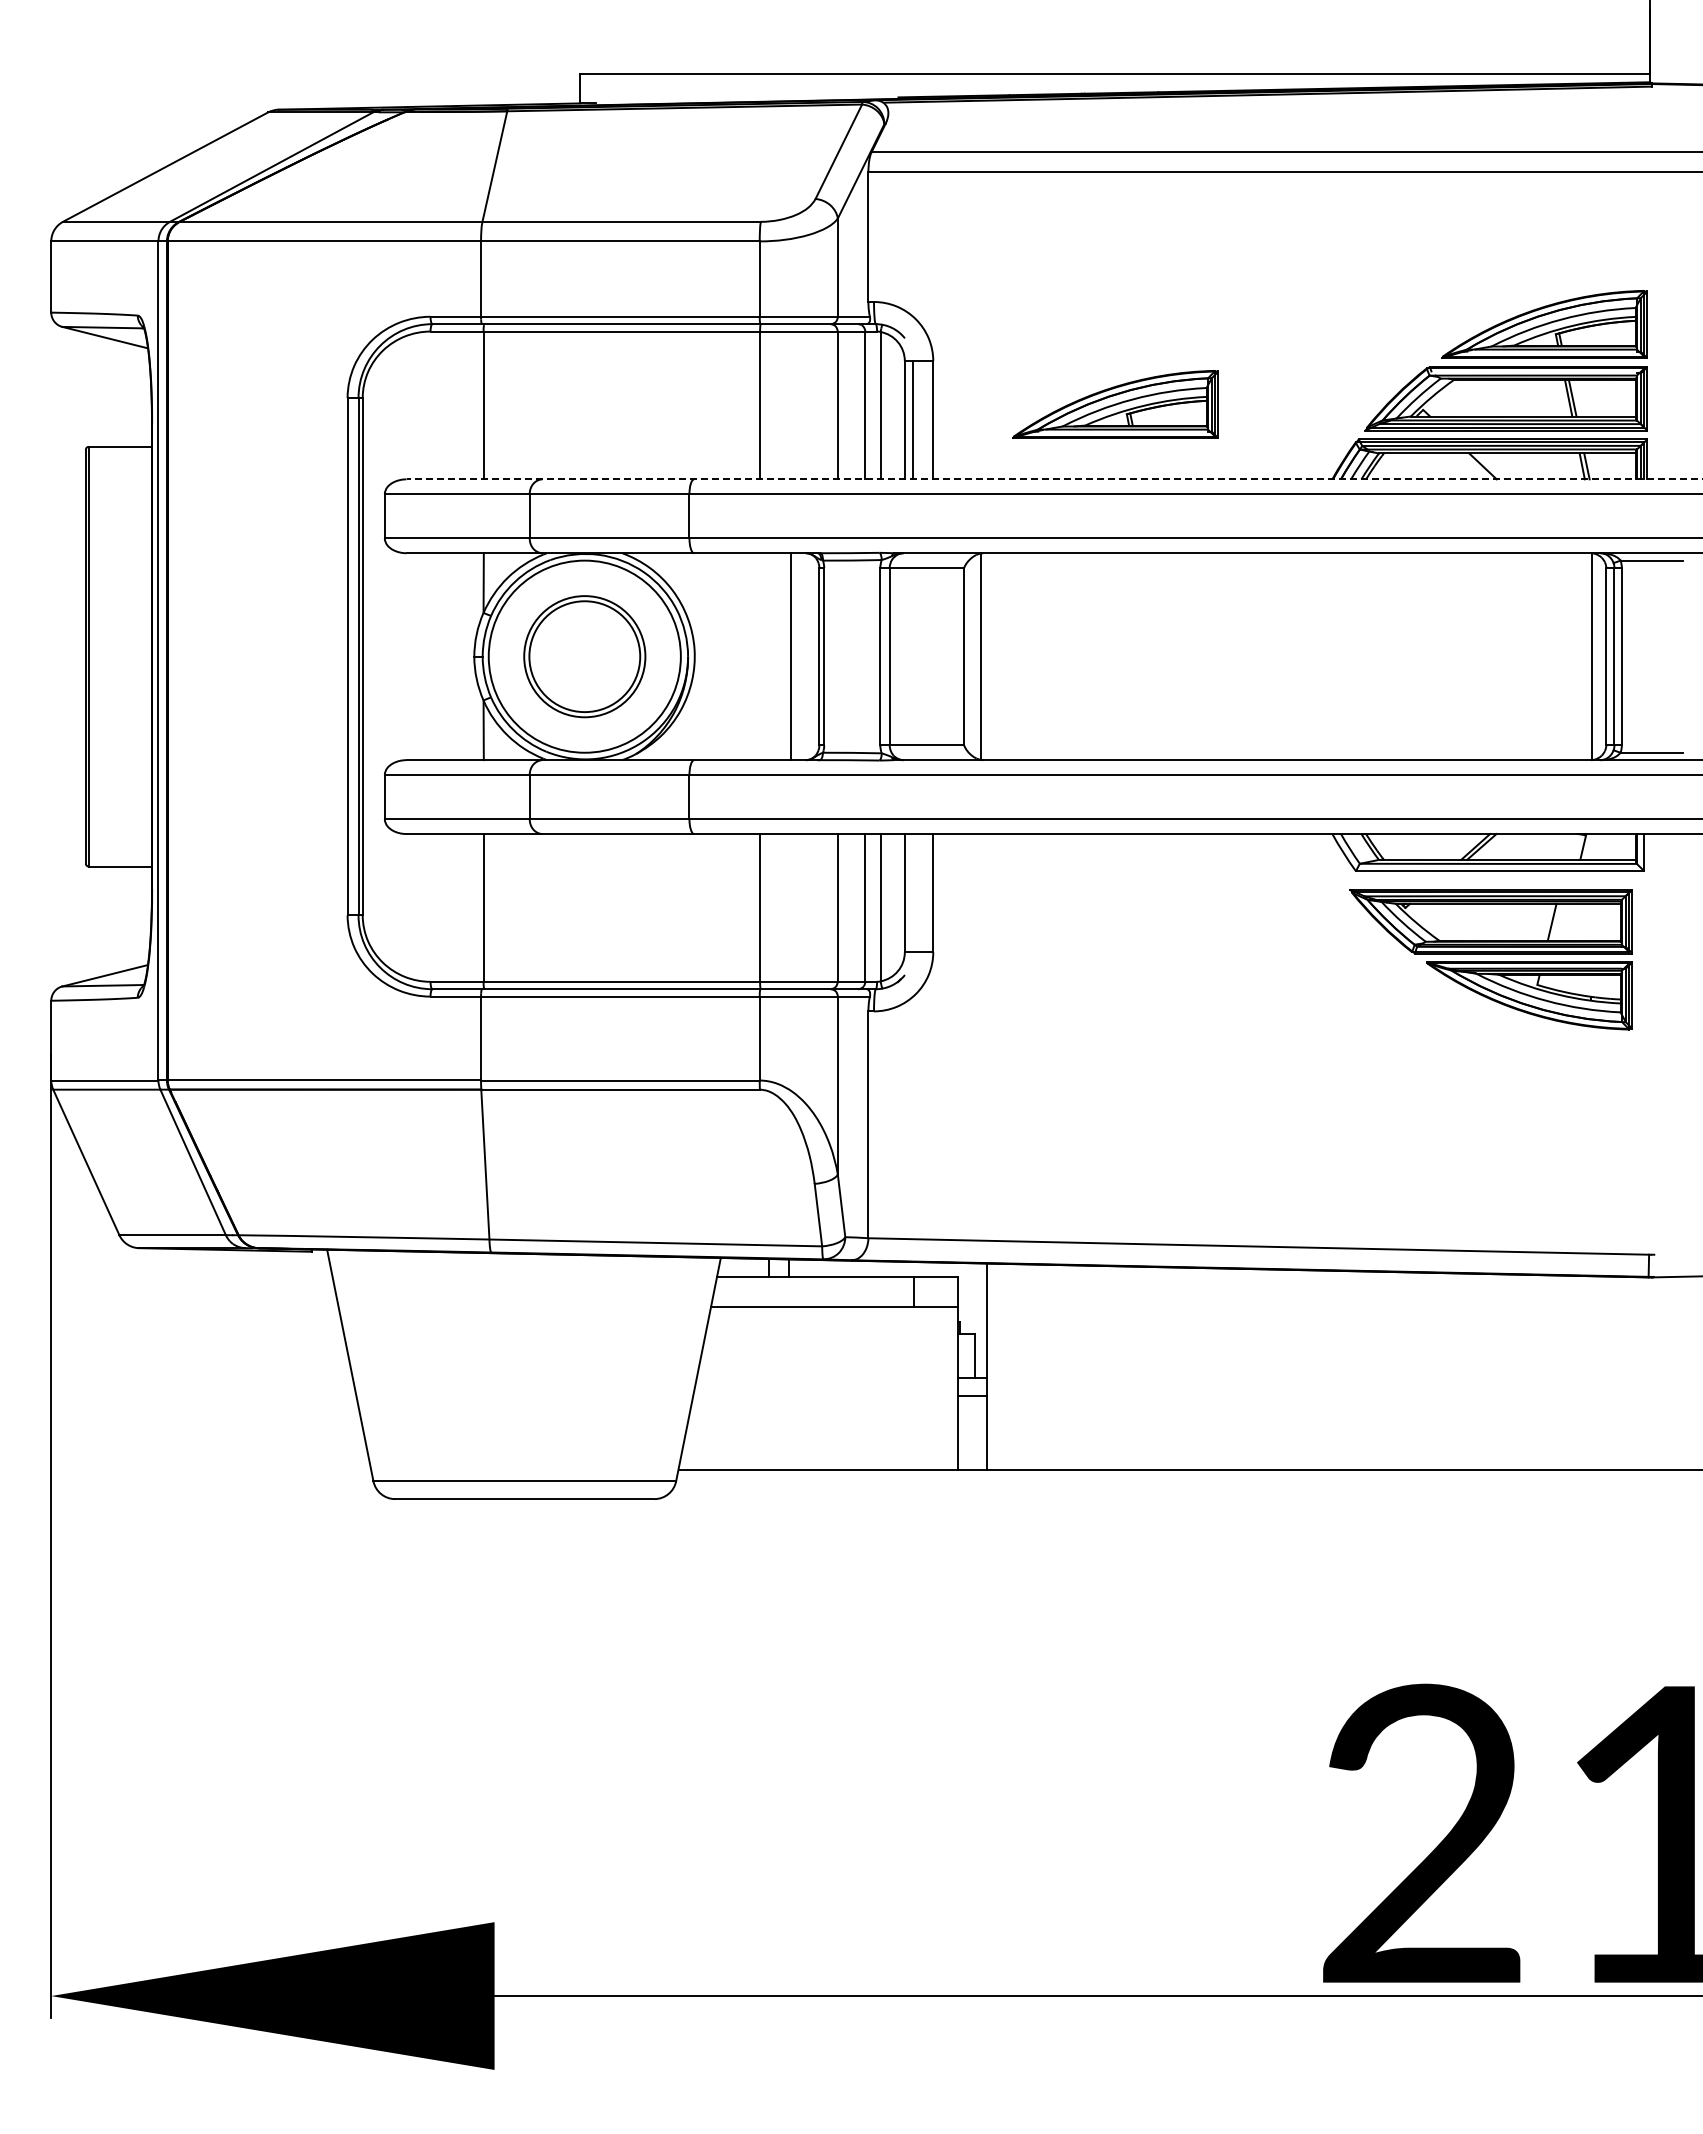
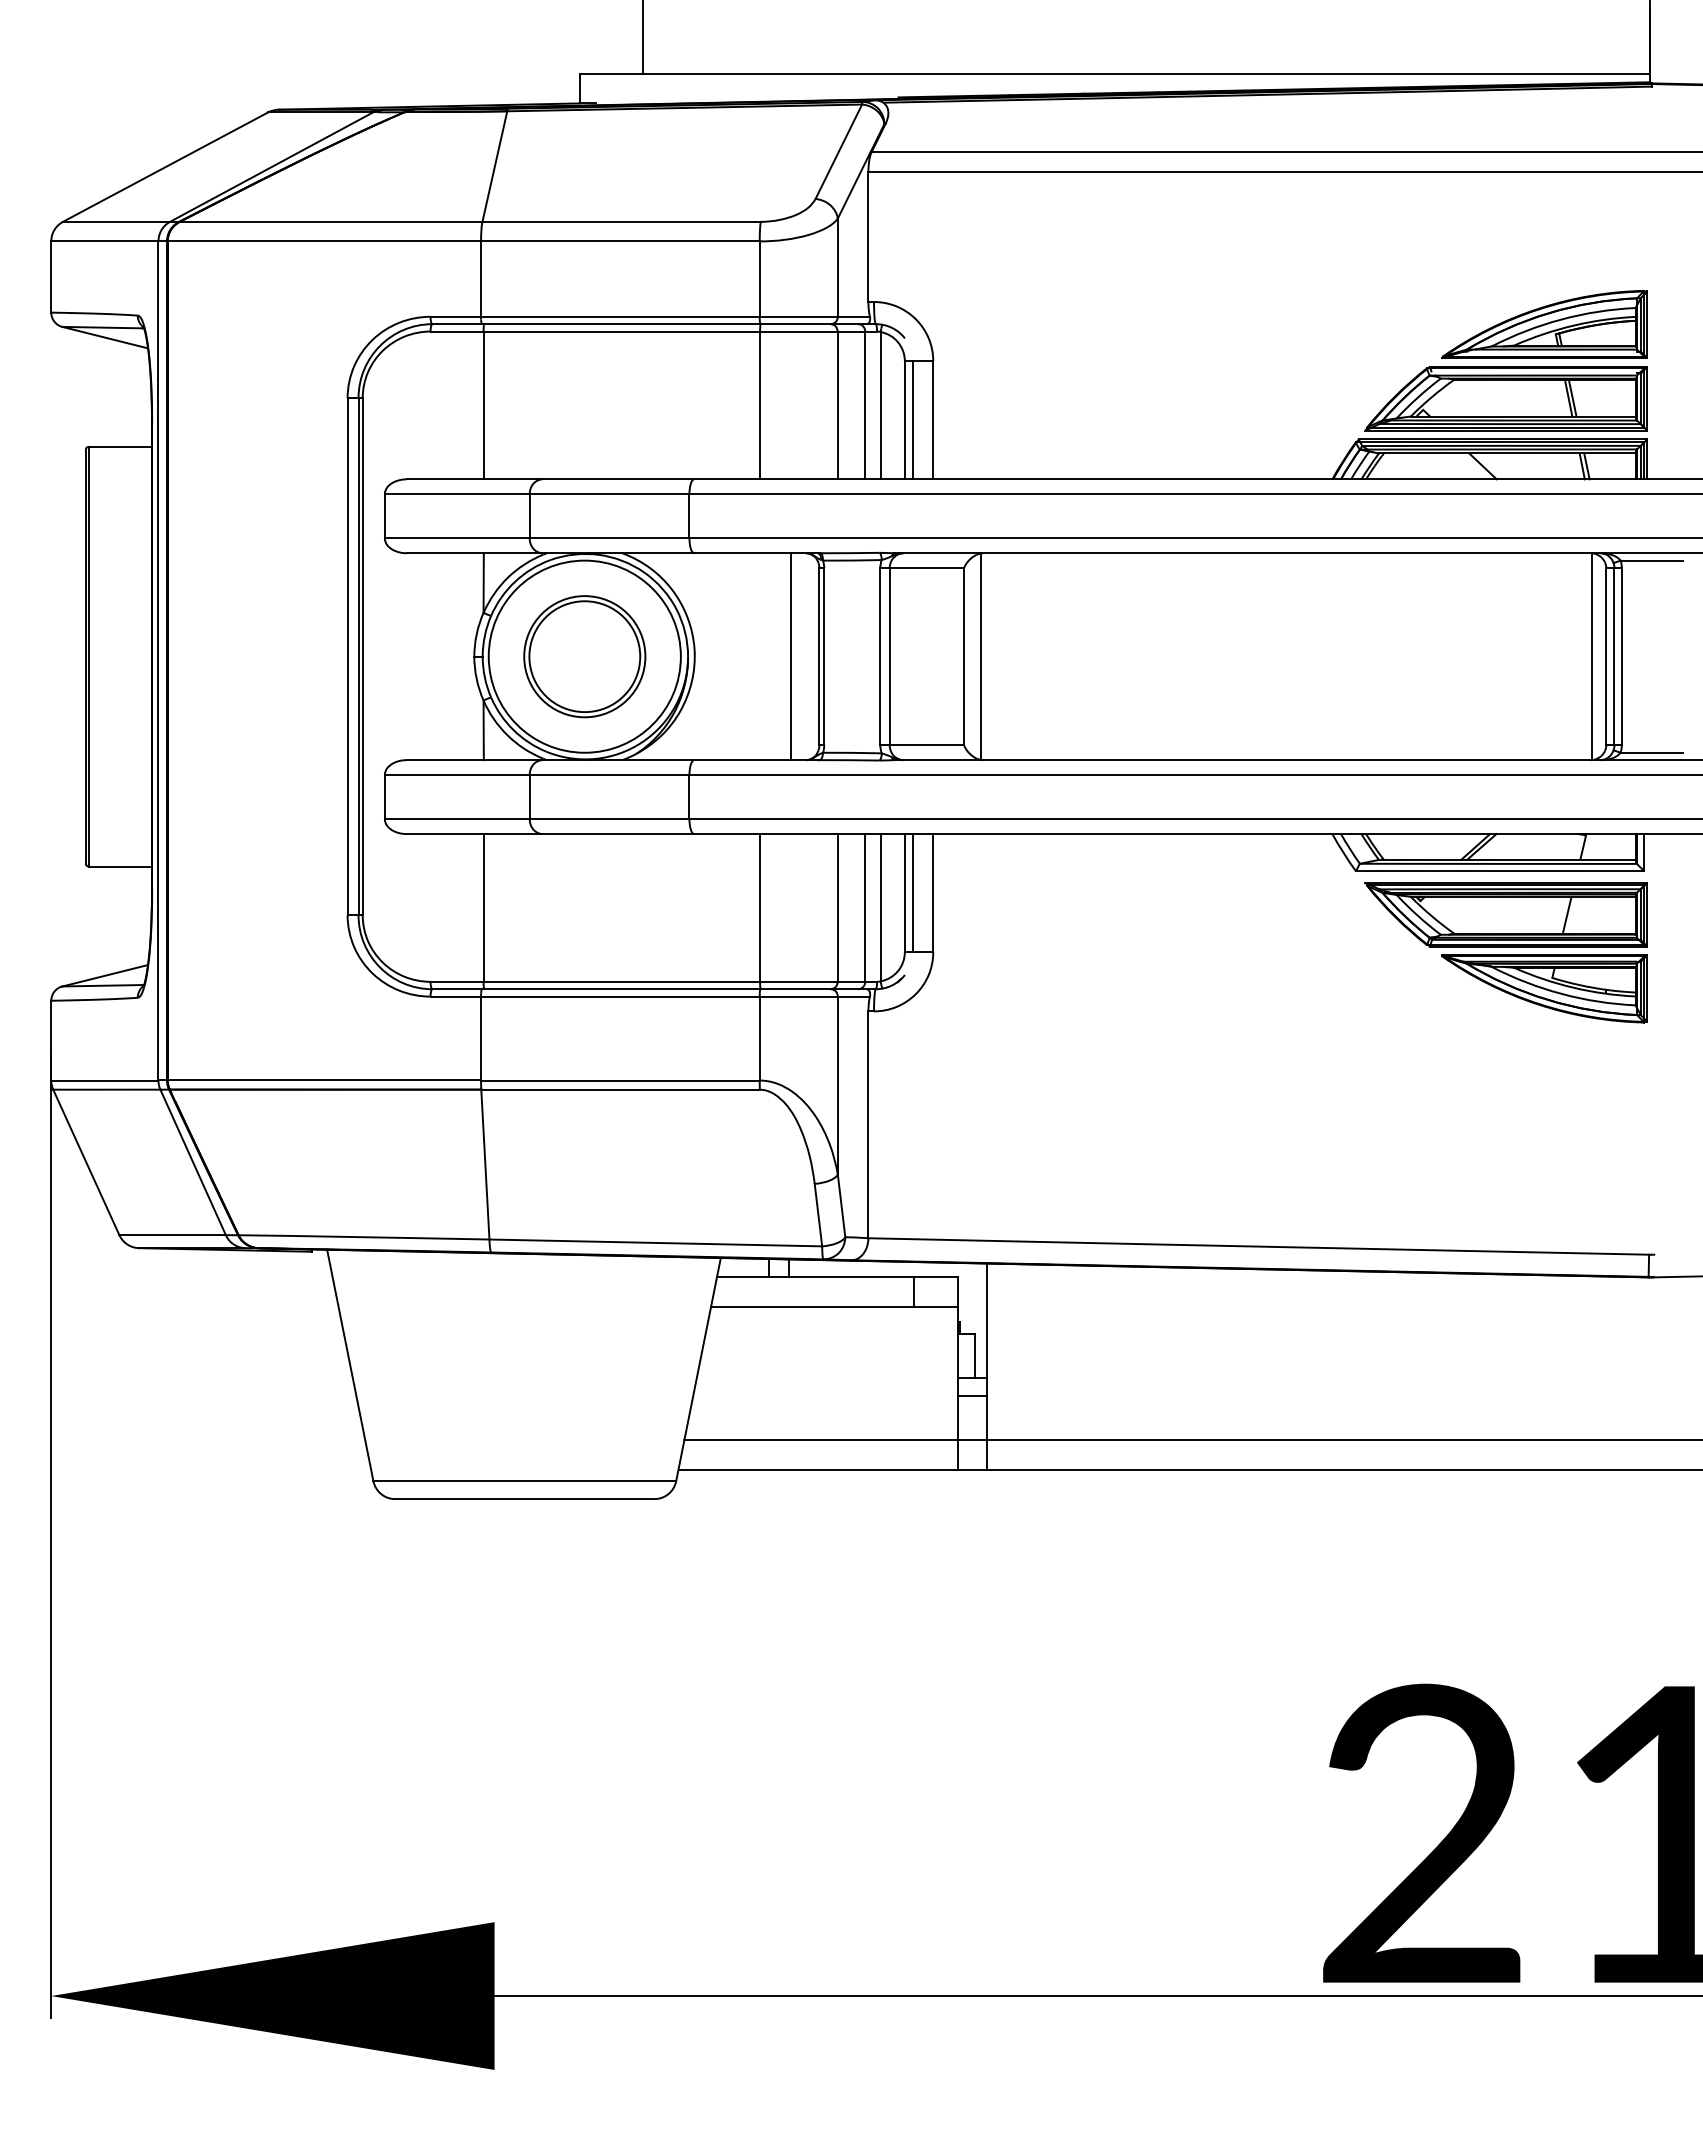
line at (642, 37): none -> present
part at (1115, 404): present -> none
line at (1054, 479): dashed -> solid
line at (912, 893): none -> present
part at (1490, 959) position: (1490, 959) -> (1505, 952)
line at (1191, 1440): none -> present
